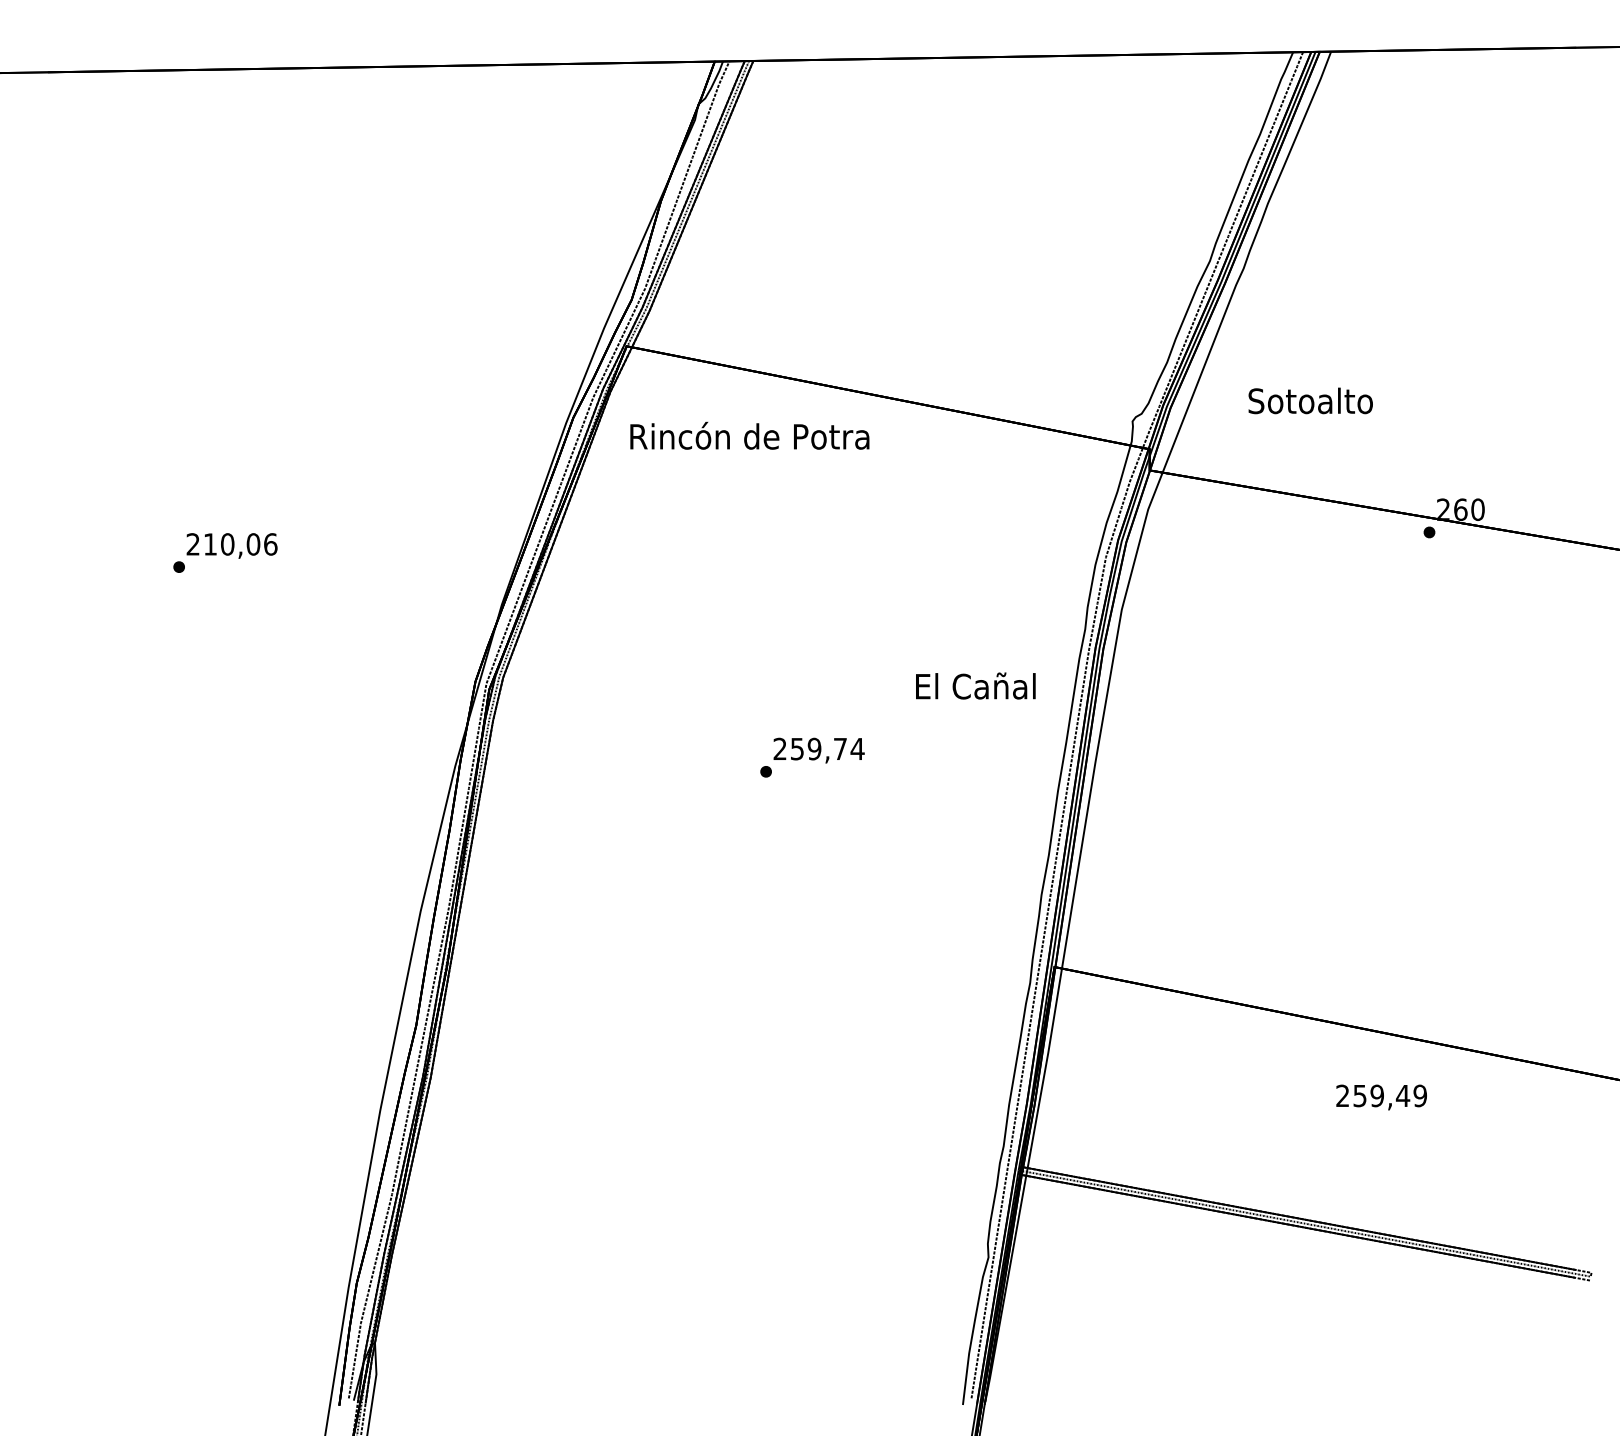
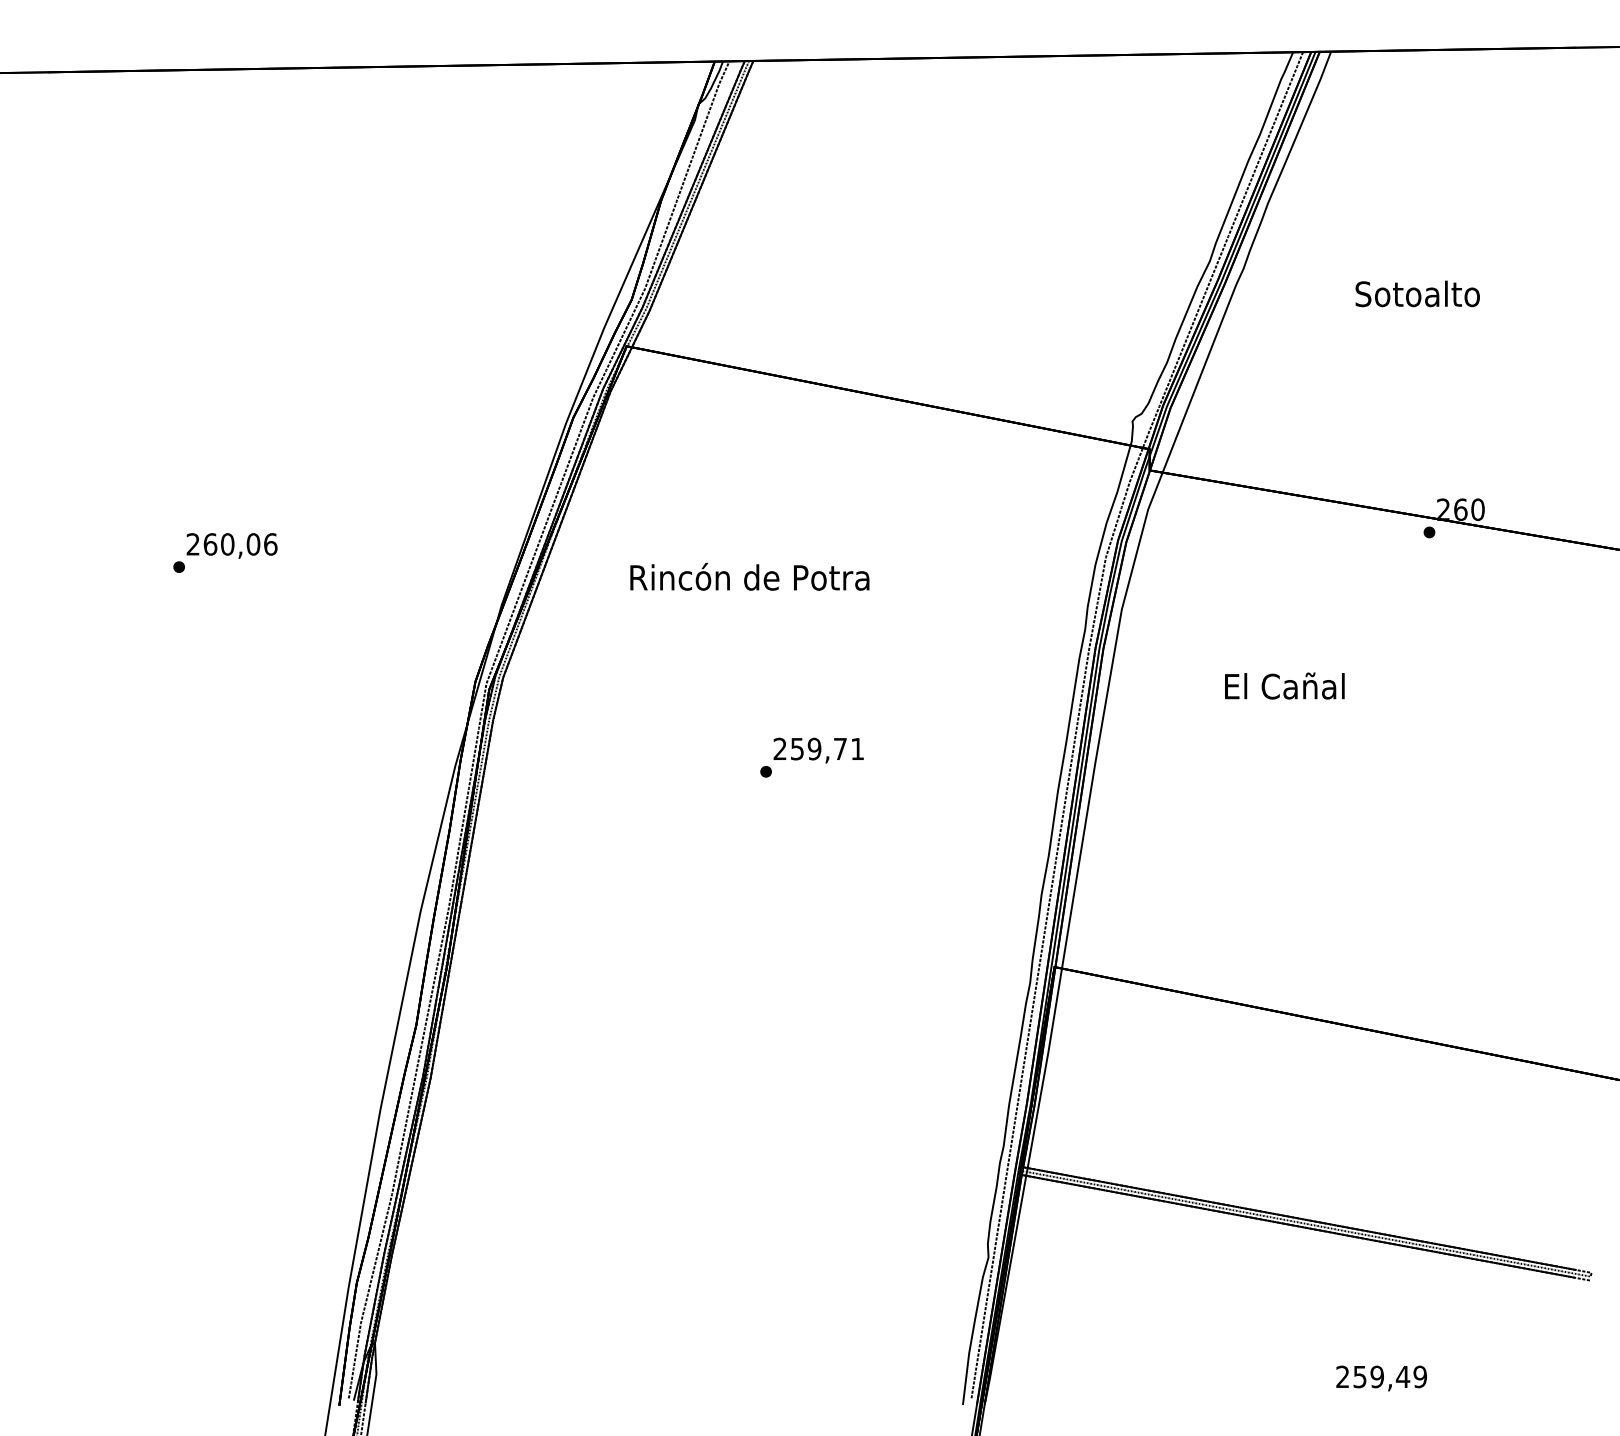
text at (1310, 400) position: (1310, 400) -> (1417, 293)
text at (749, 435) position: (749, 435) -> (749, 576)
text at (210, 544): 210,06 -> 260,06
text at (975, 685) position: (975, 685) -> (1284, 685)
text at (857, 748): 259,74 -> 259,71
text at (1381, 1097) position: (1381, 1097) -> (1381, 1378)
